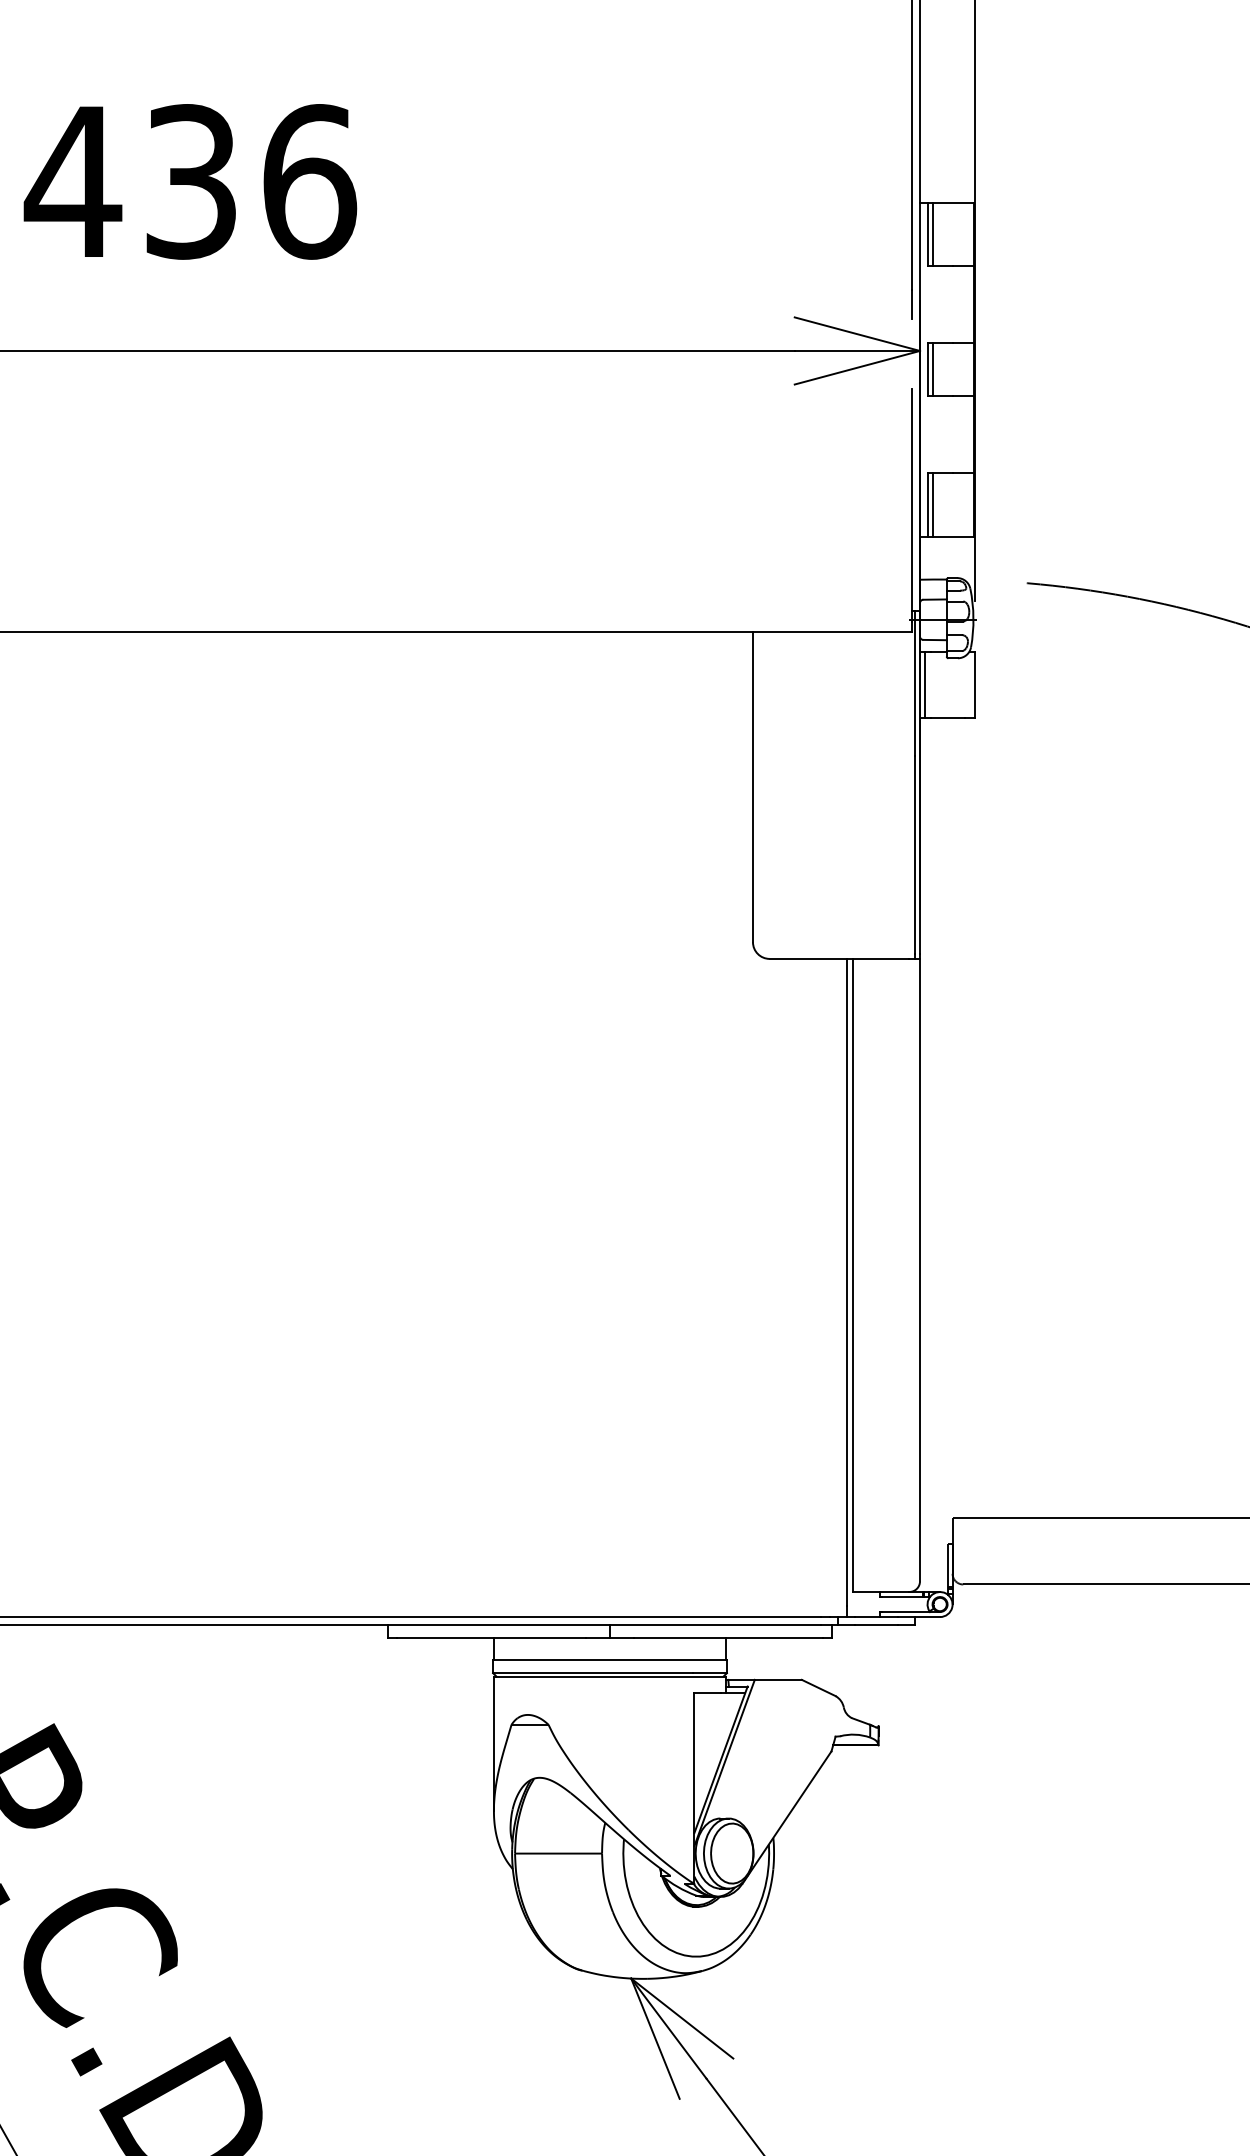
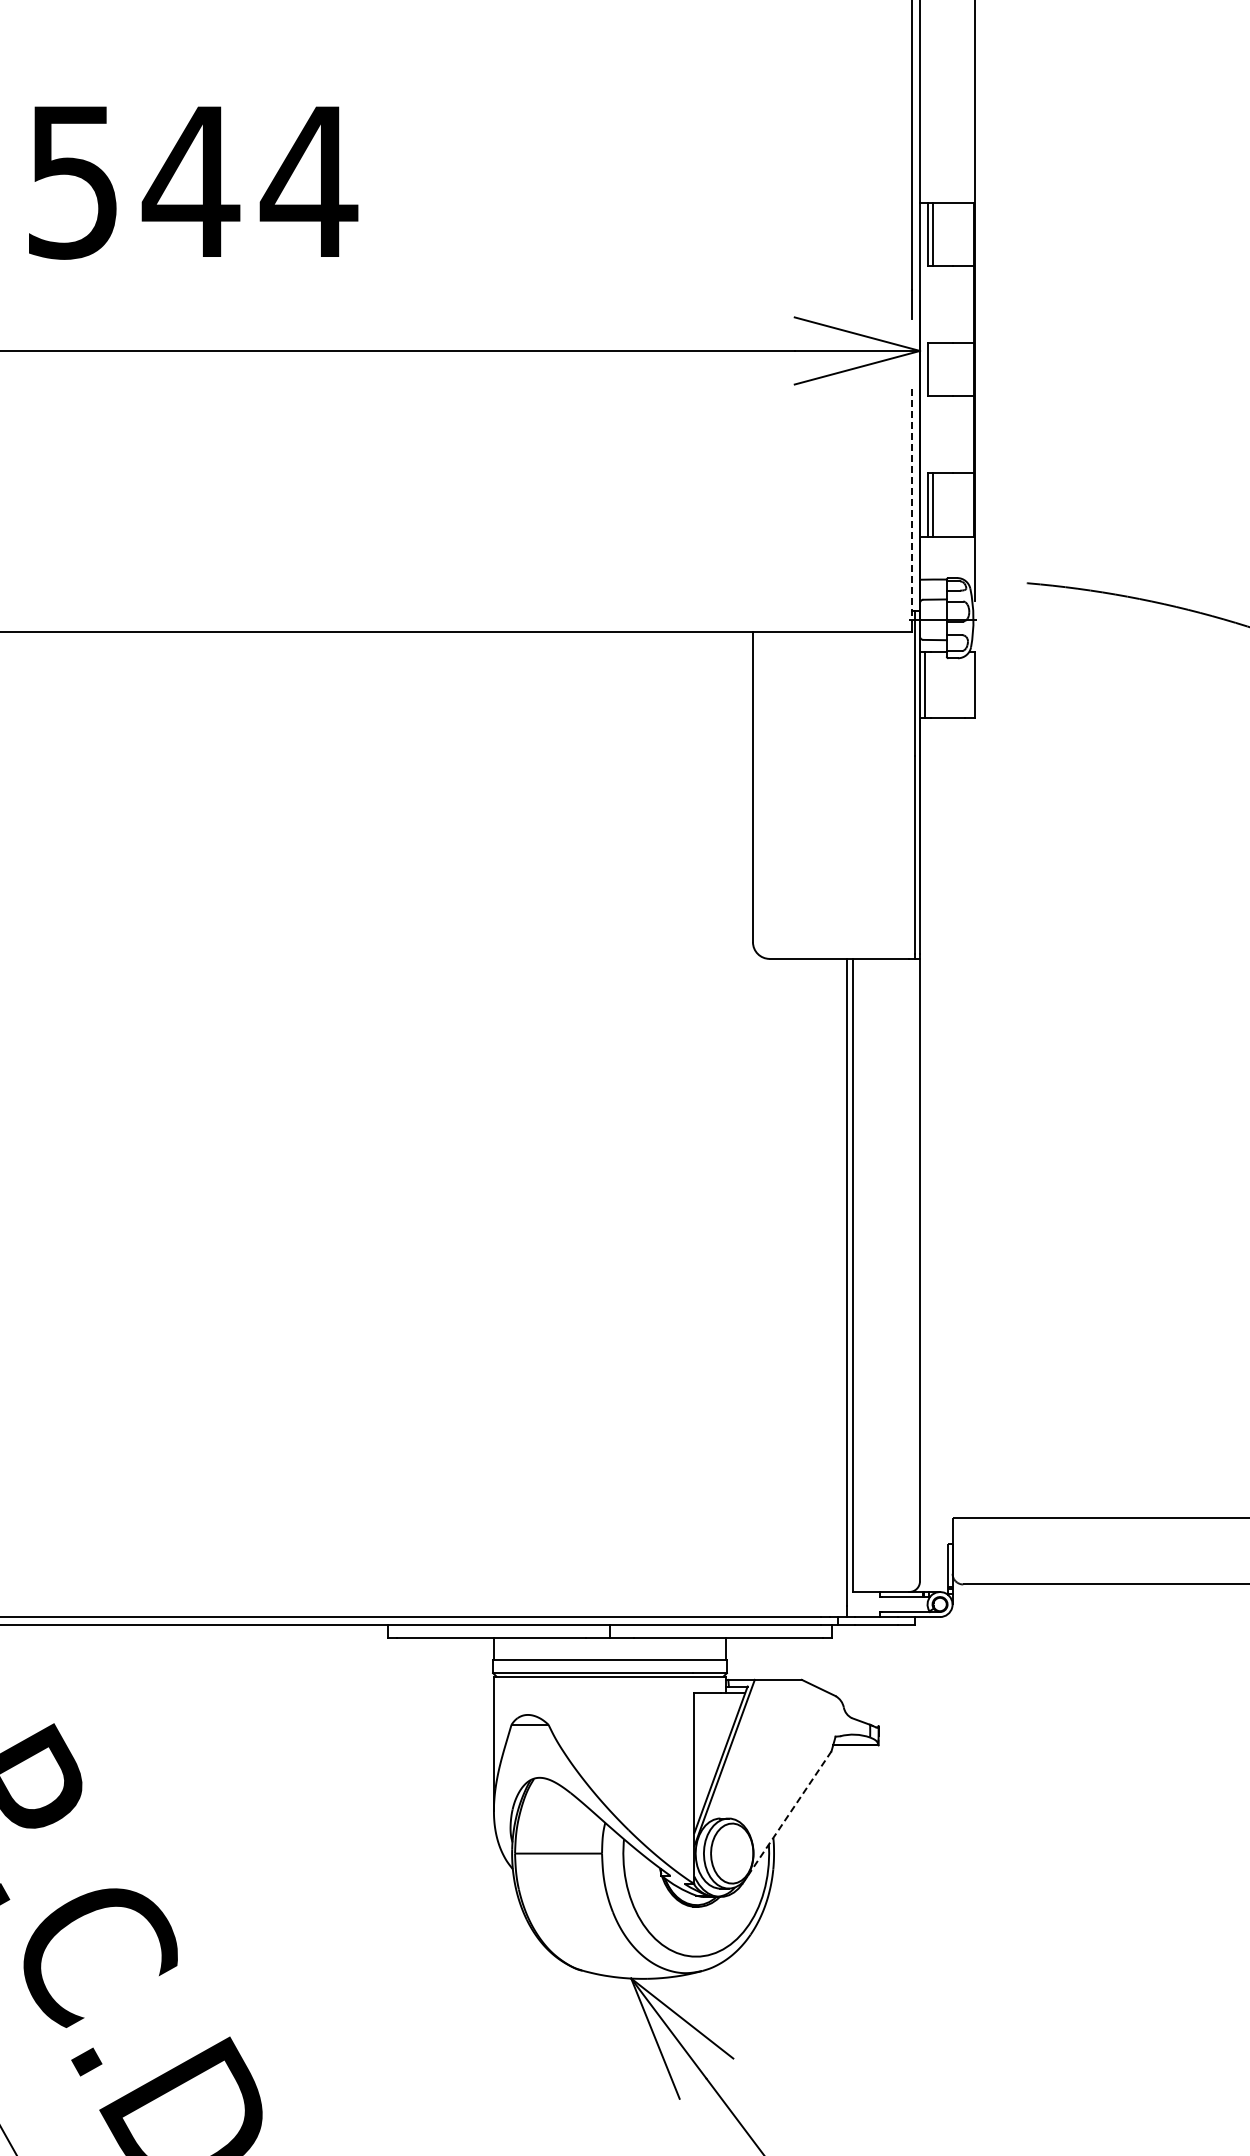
text at (190, 181): 436 -> 544
line at (932, 369): present -> none
line at (911, 505): solid -> dashed
line at (789, 1813): solid -> dashed
